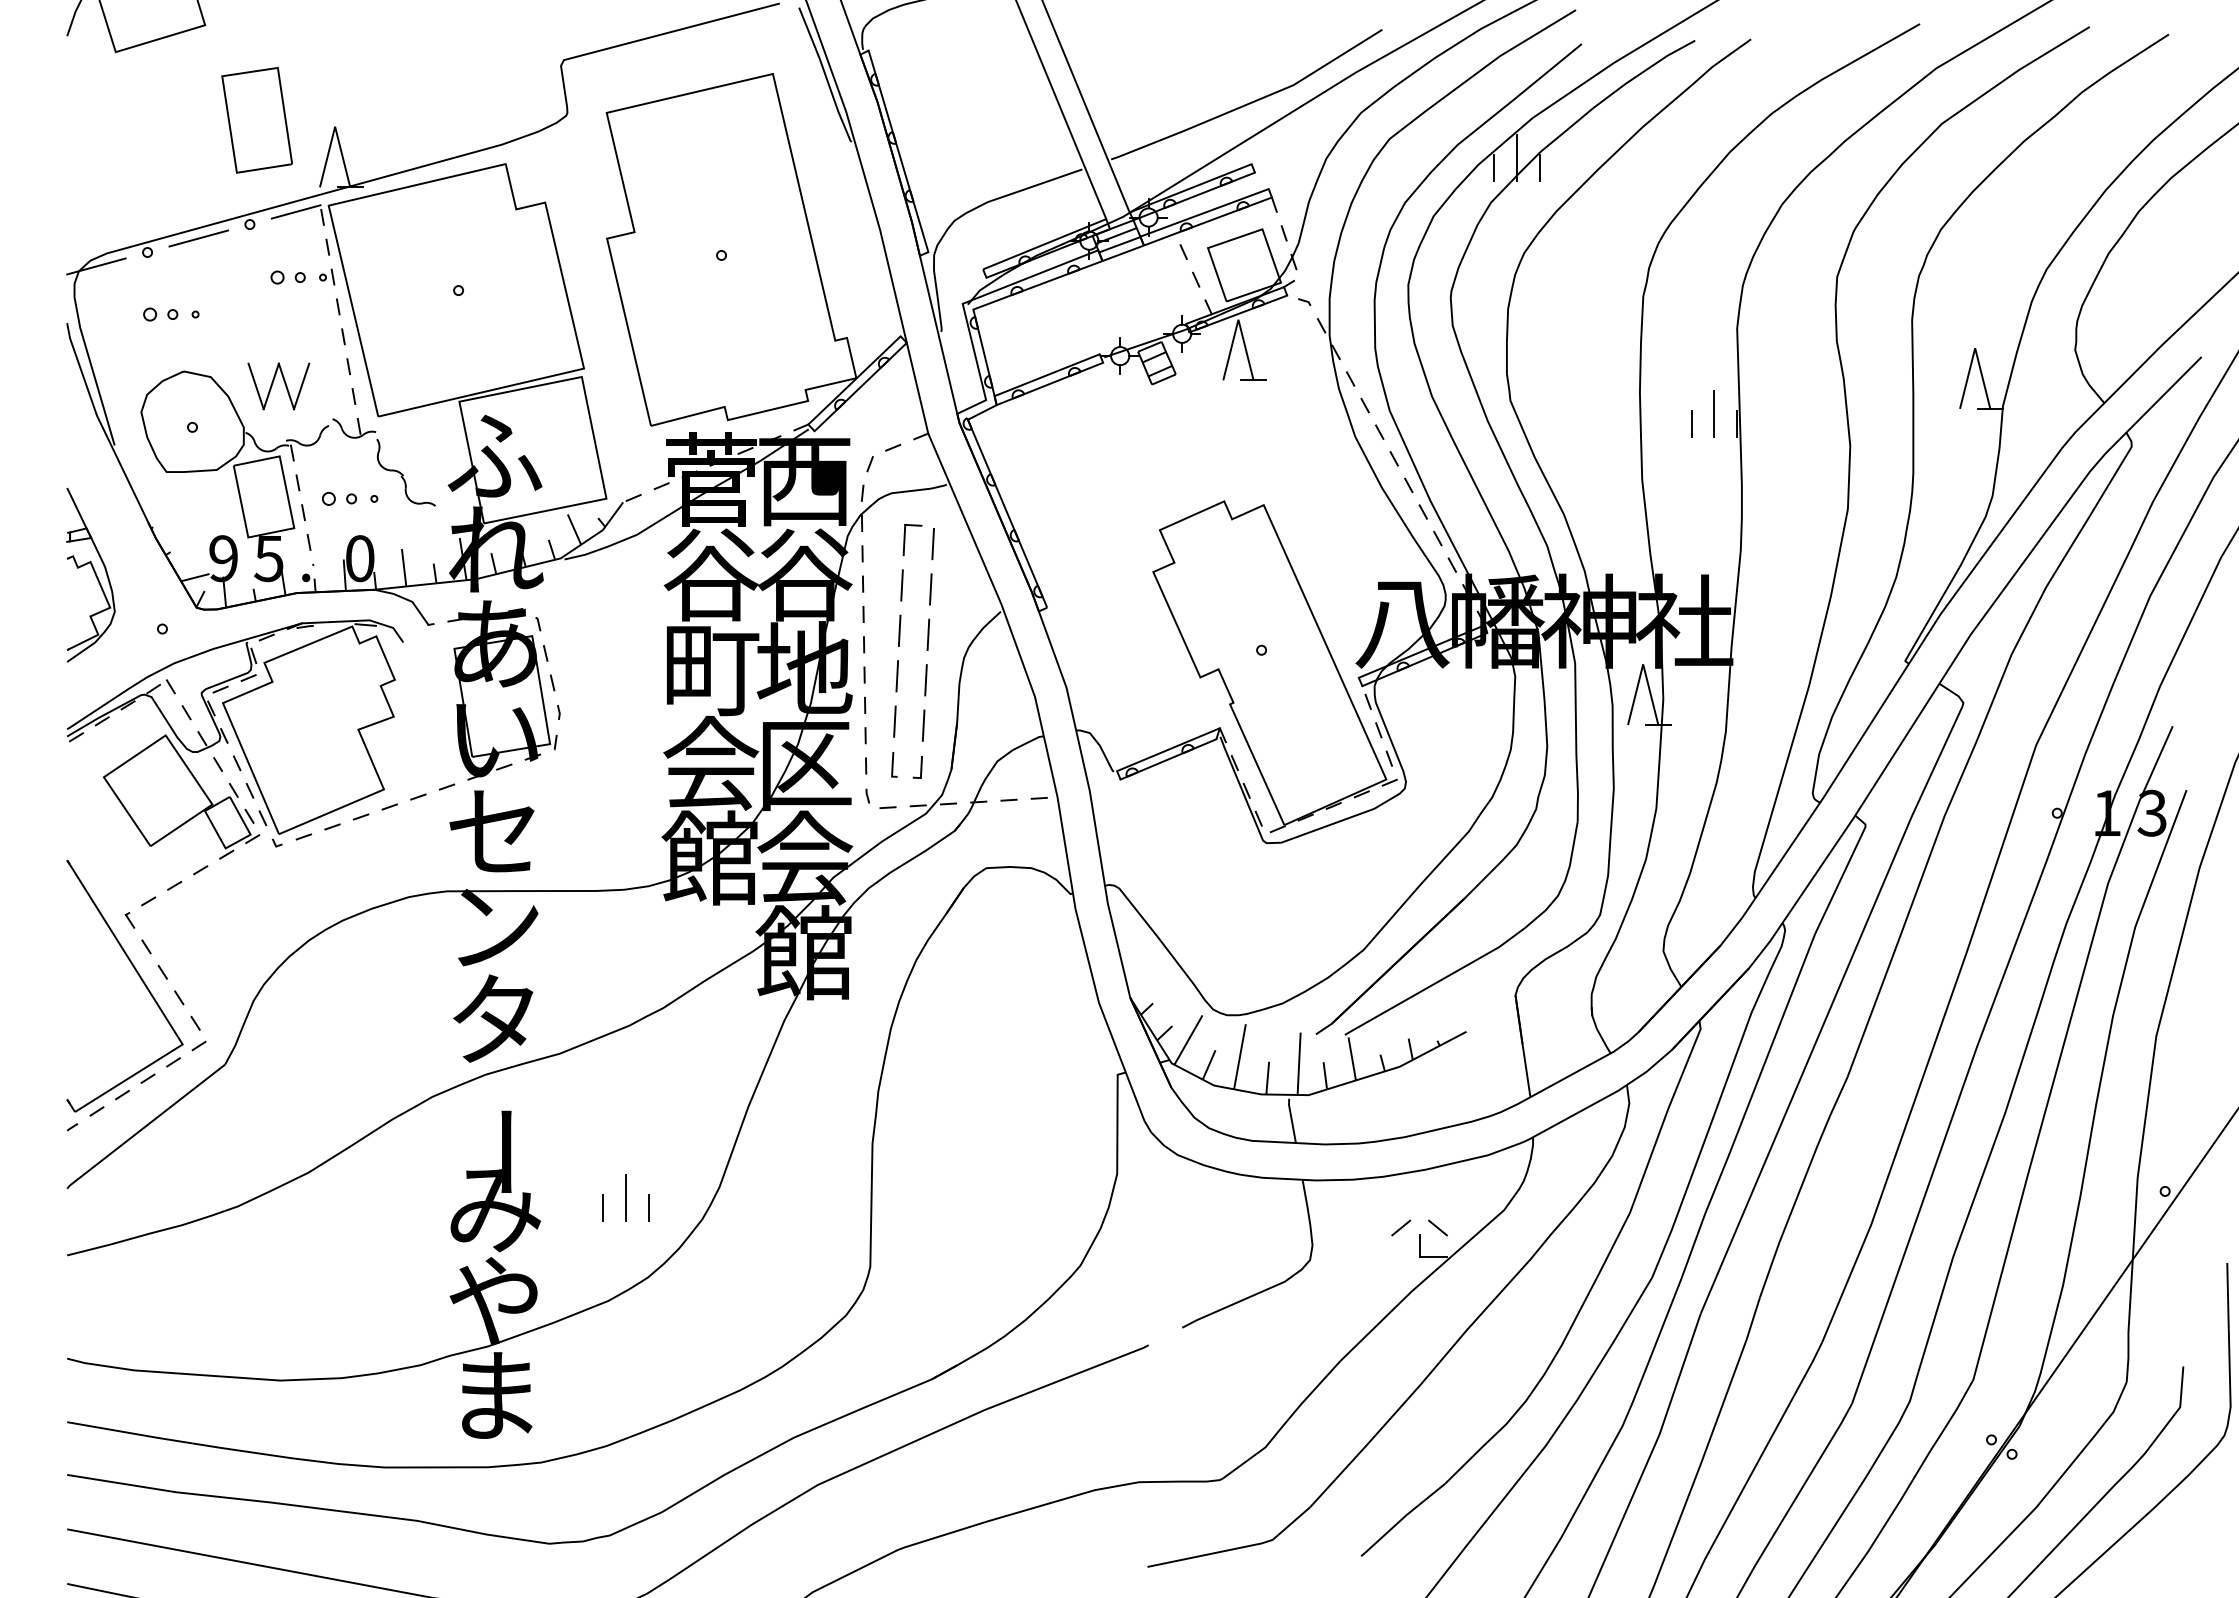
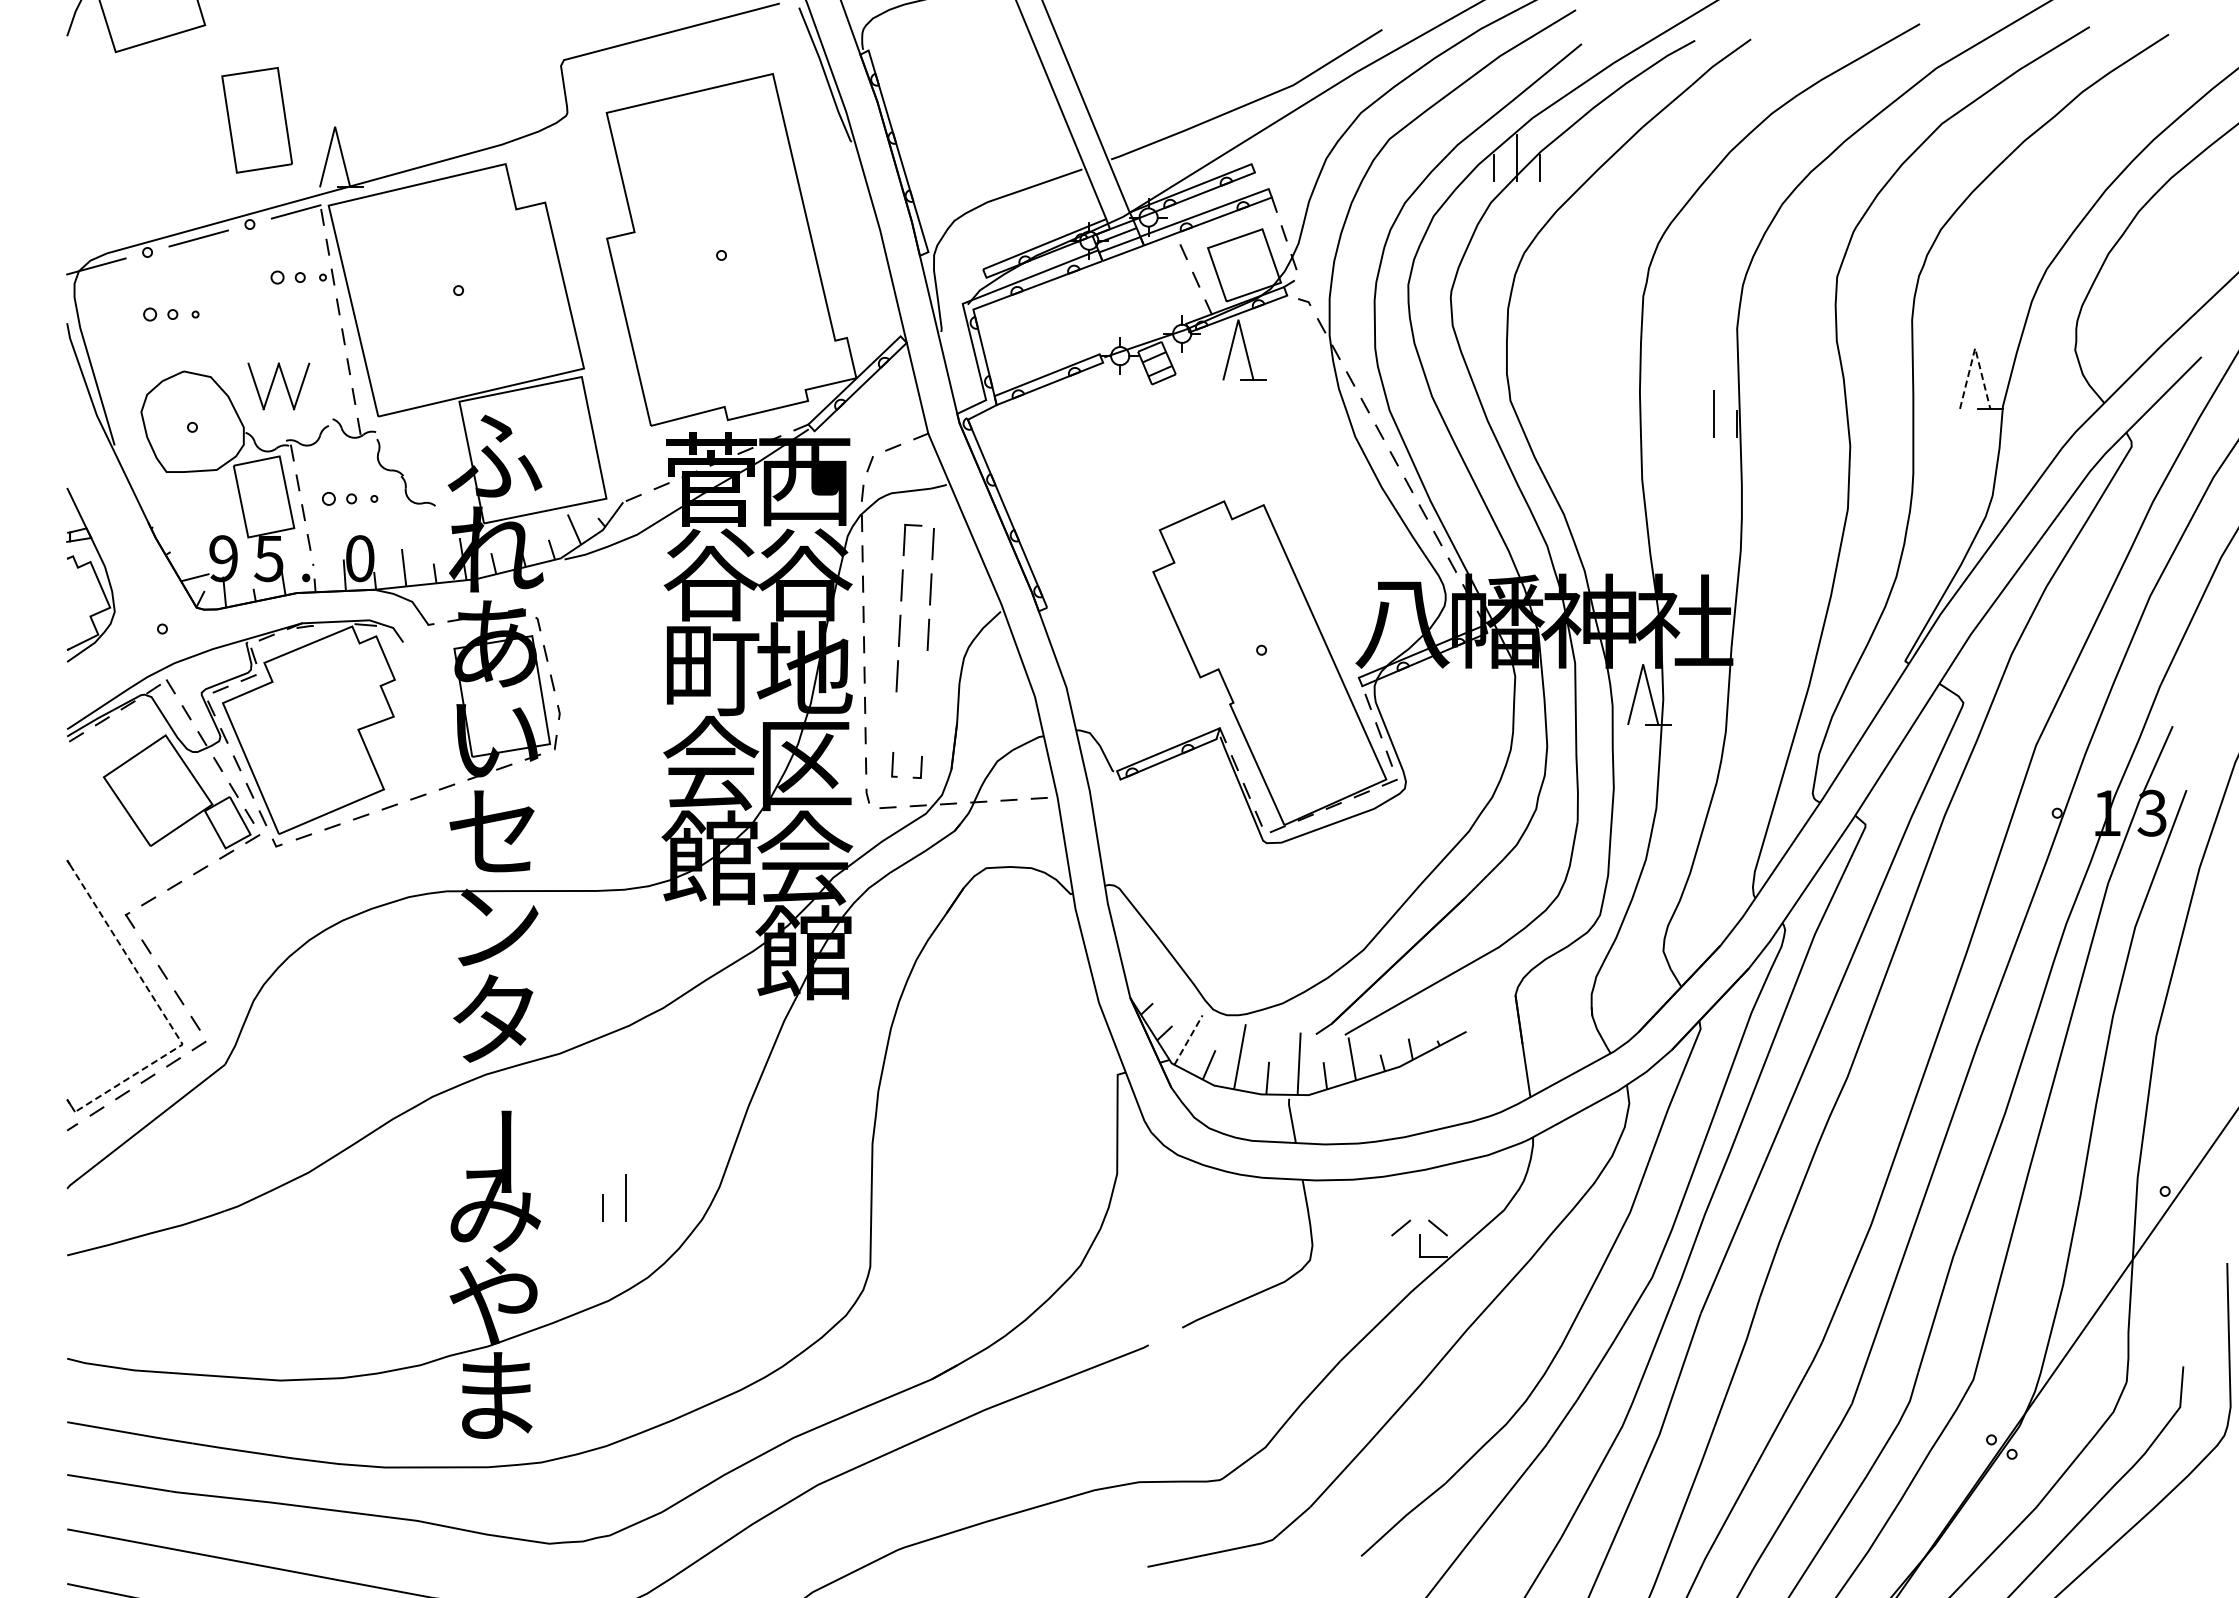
line at (1975, 348): solid -> dashed
line at (1691, 423): present -> none
line at (925, 680): present -> none
line at (894, 721): present -> none
line at (923, 725): present -> none
line at (160, 1009): solid -> dashed
line at (1188, 1039): solid -> dashed
line at (648, 1207): present -> none
